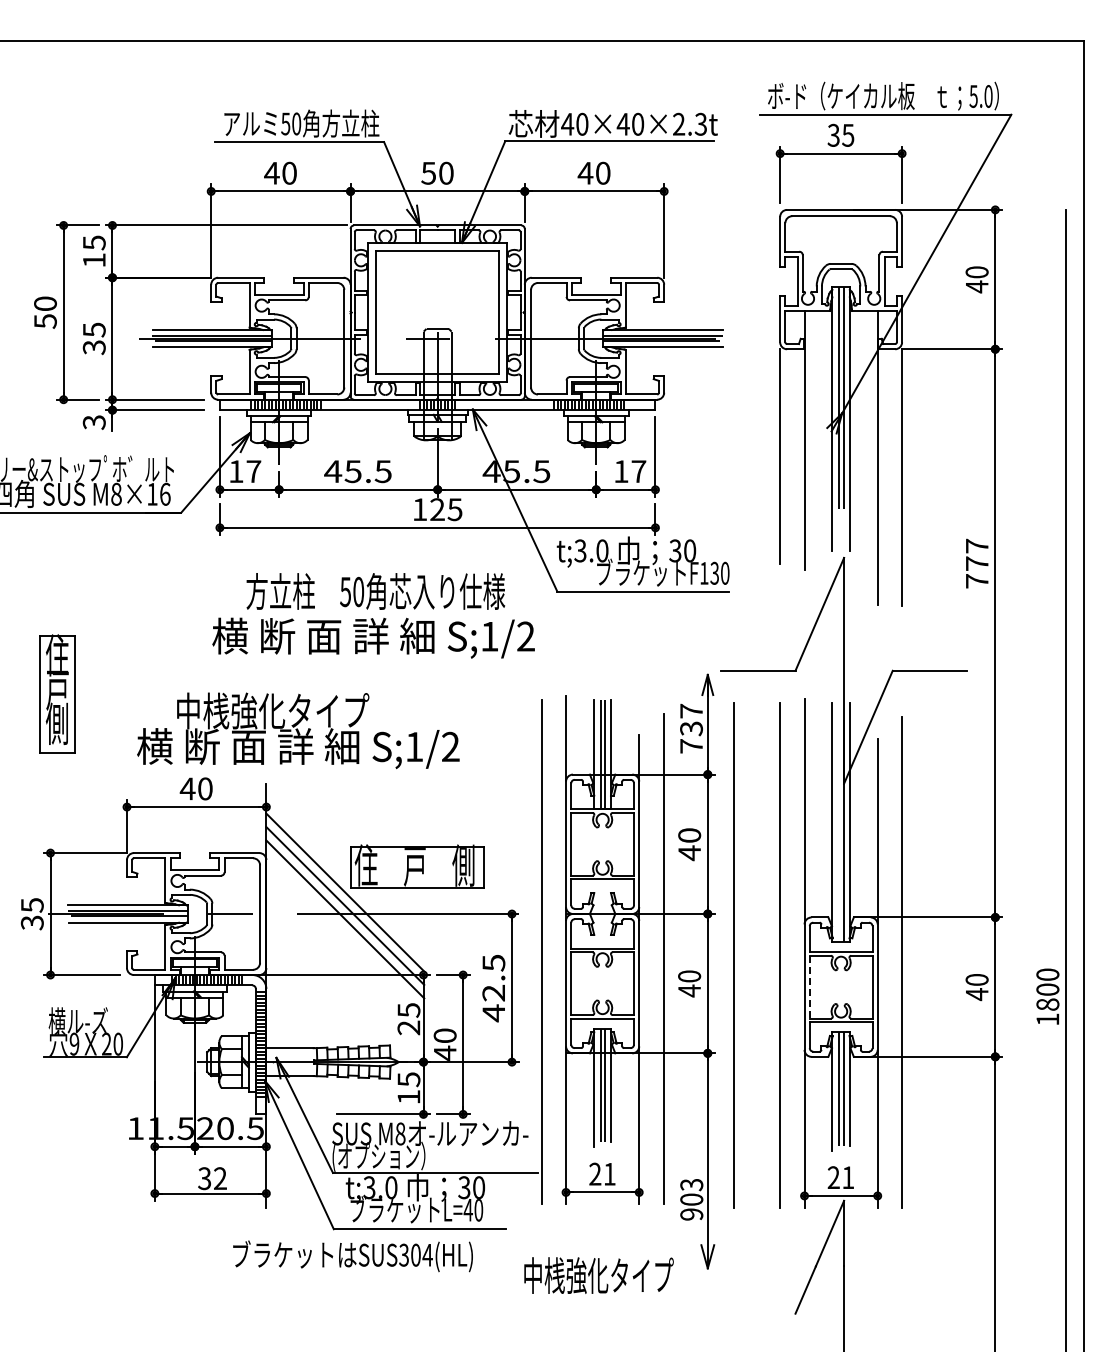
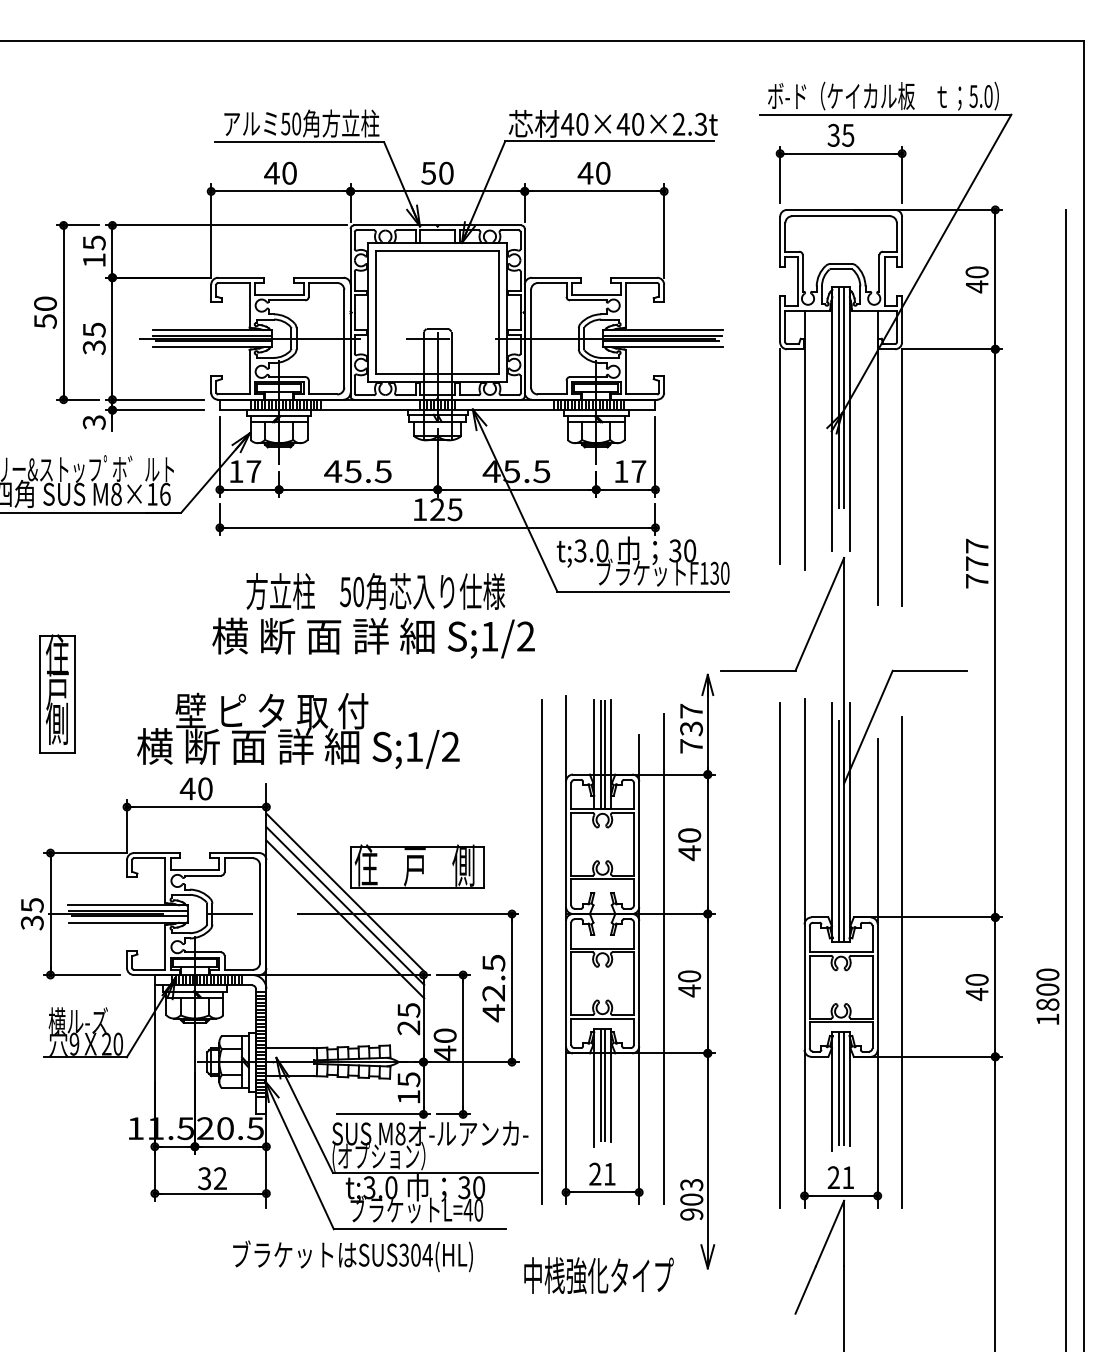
text at (272, 710): 中桟強化タイプ -> 壁 ピ タ 取 付
line at (839, 822): none -> present
line at (733, 955): present -> none
line at (809, 987): dashed -> solid
